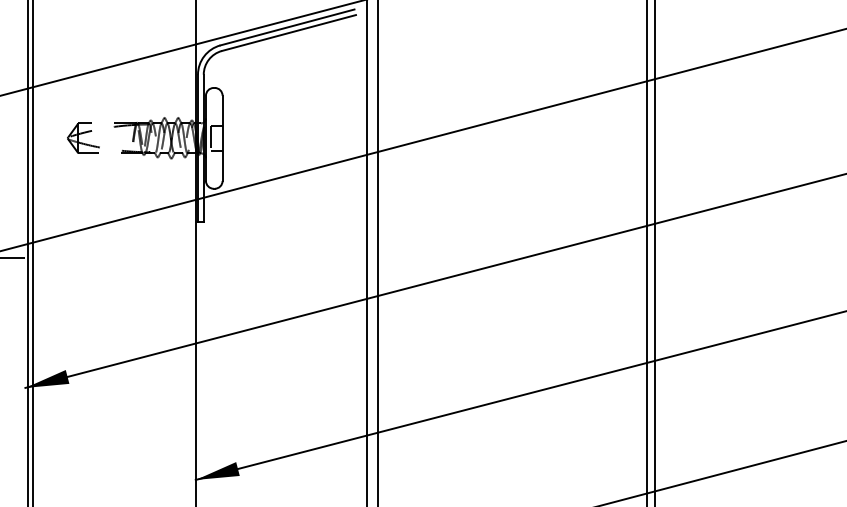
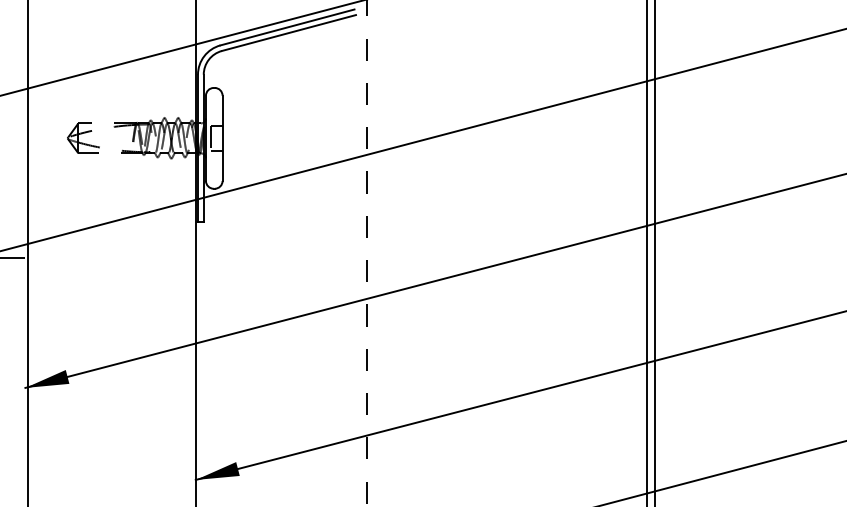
line at (33, 252): present -> none
line at (377, 252): present -> none
line at (367, 253): solid -> dashed
